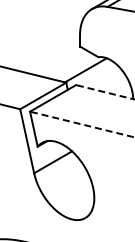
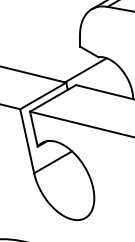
line at (105, 92): dashed -> solid
line at (82, 124): dashed -> solid
